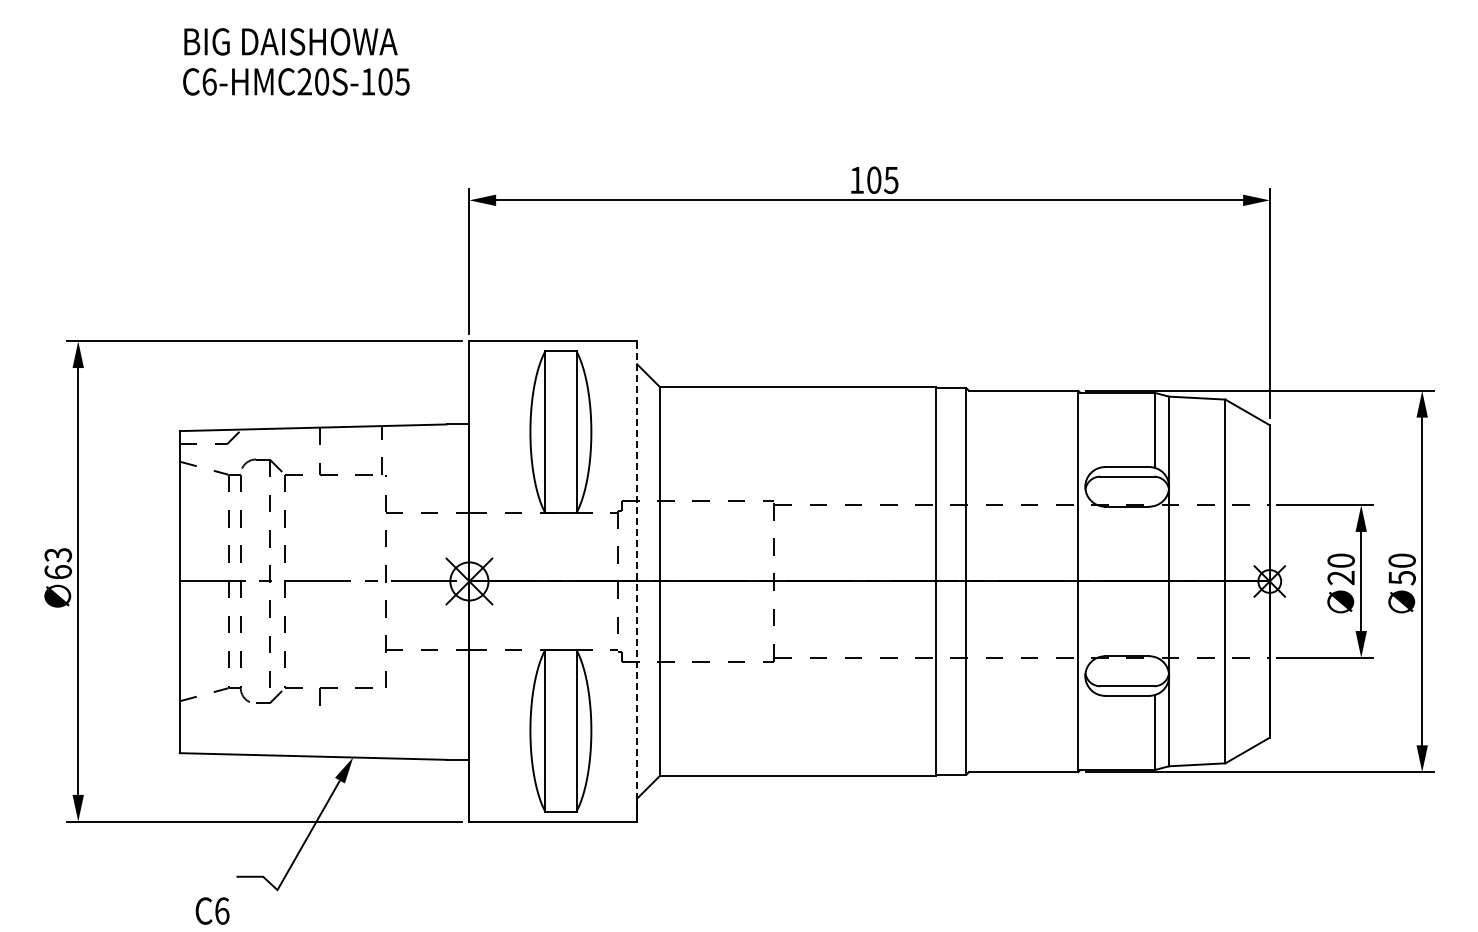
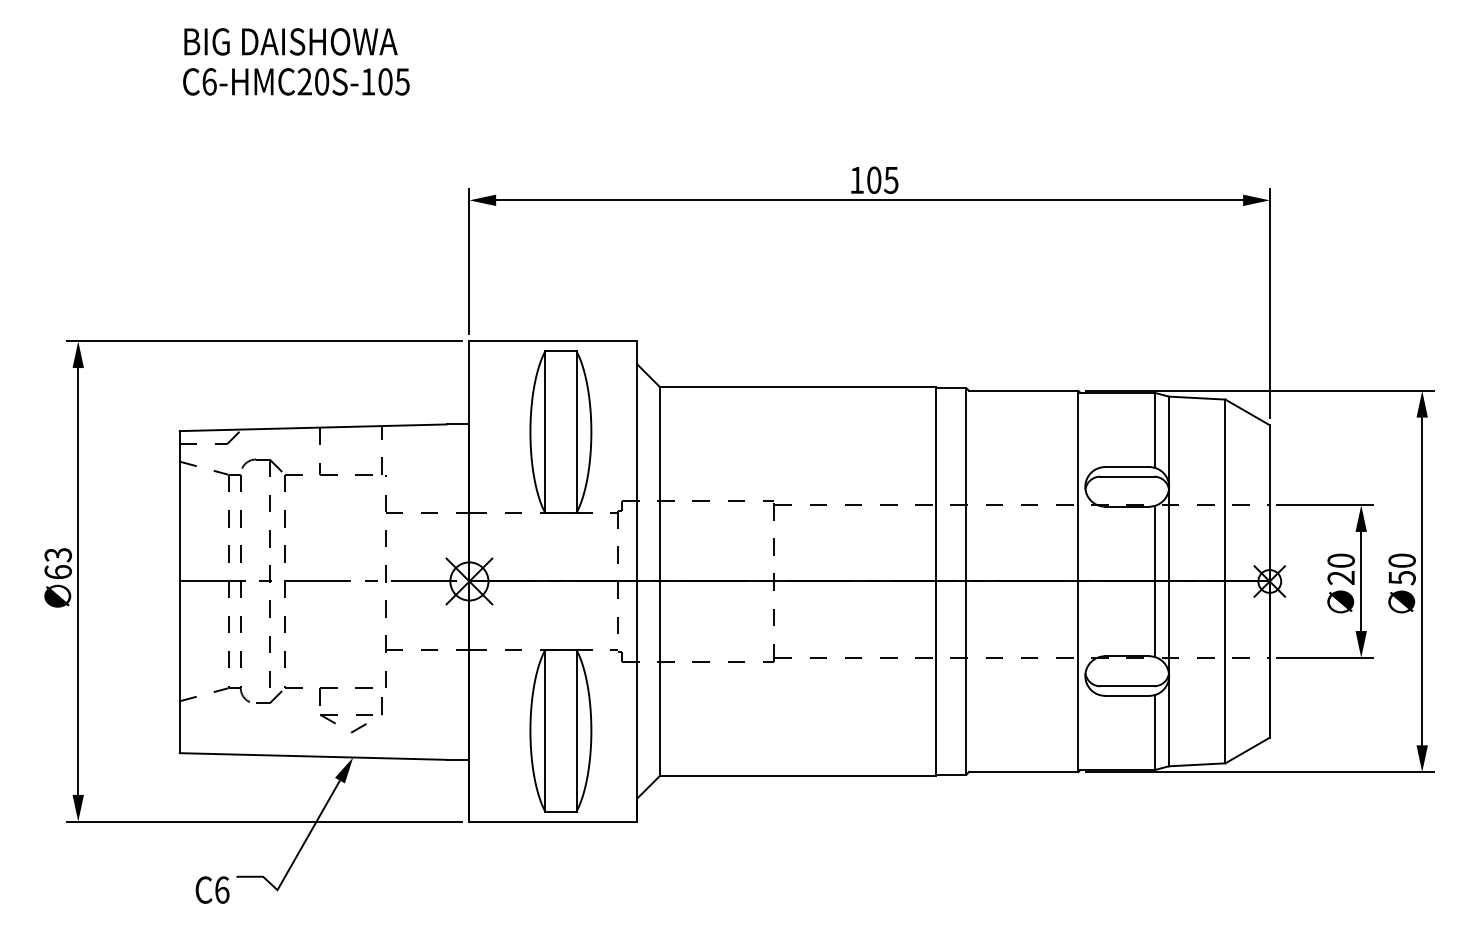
line at (637, 580): dashed -> solid
line at (1154, 580): none -> present
part at (351, 715): none -> present
text at (212, 910) position: (212, 910) -> (212, 889)
